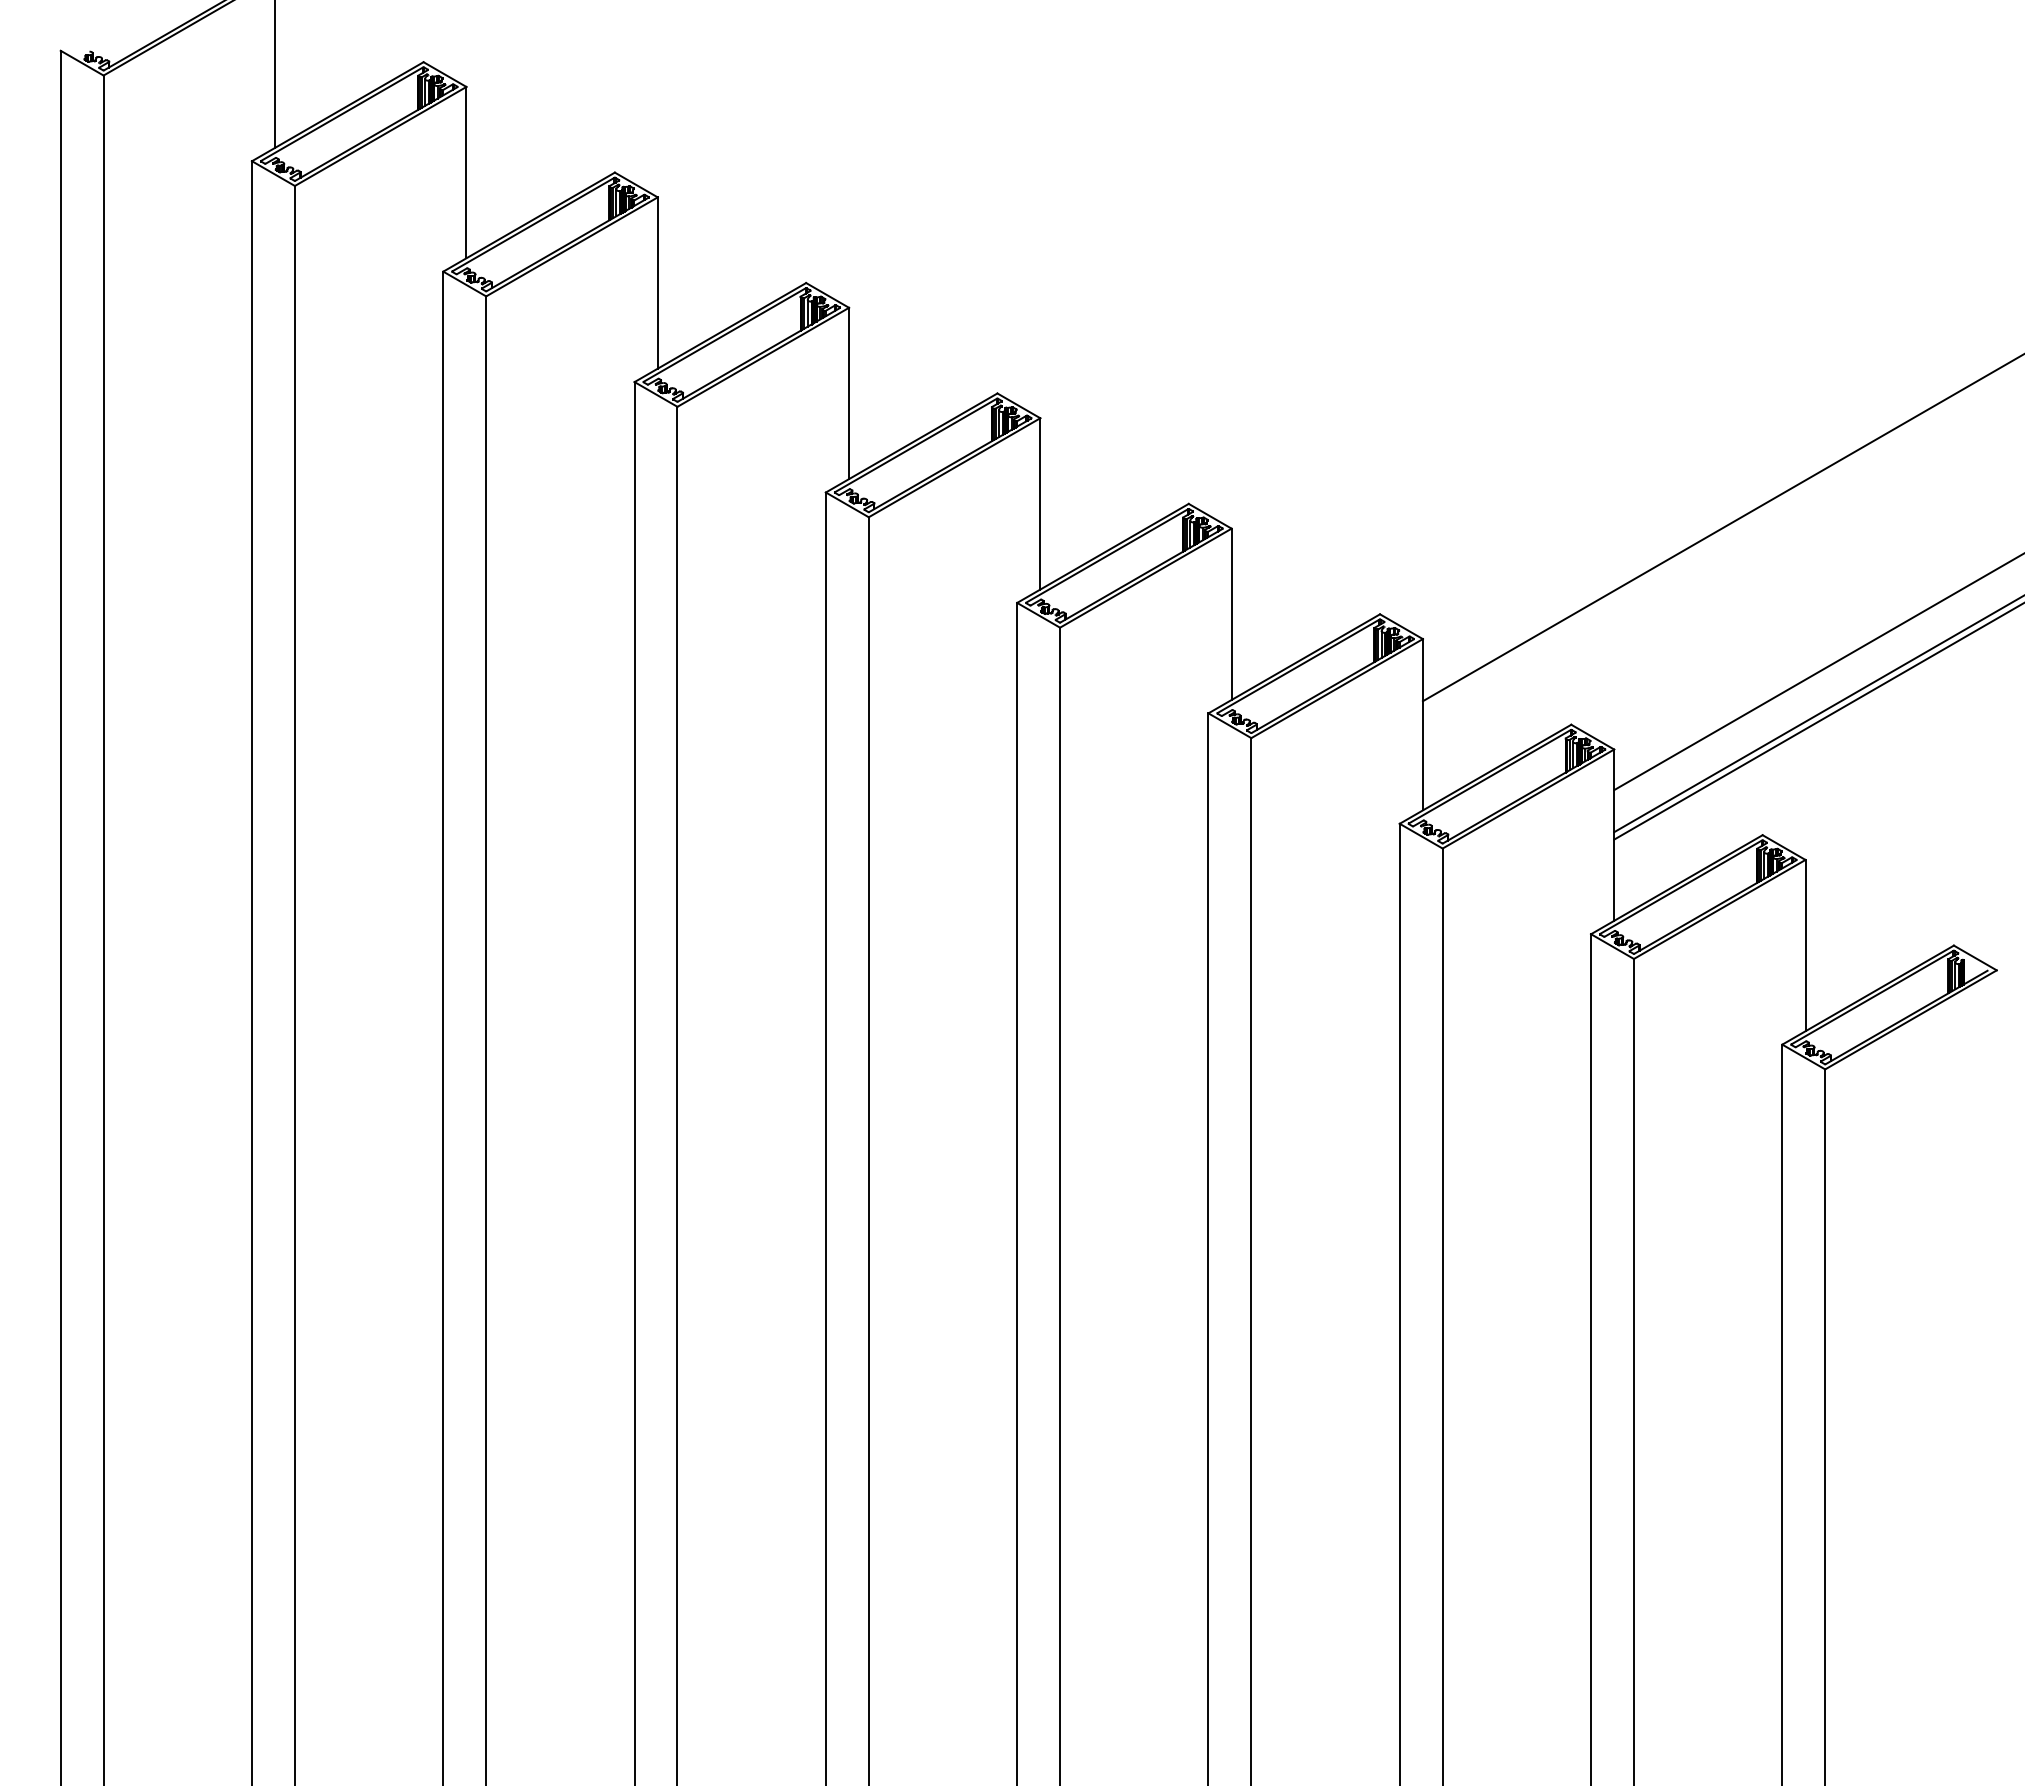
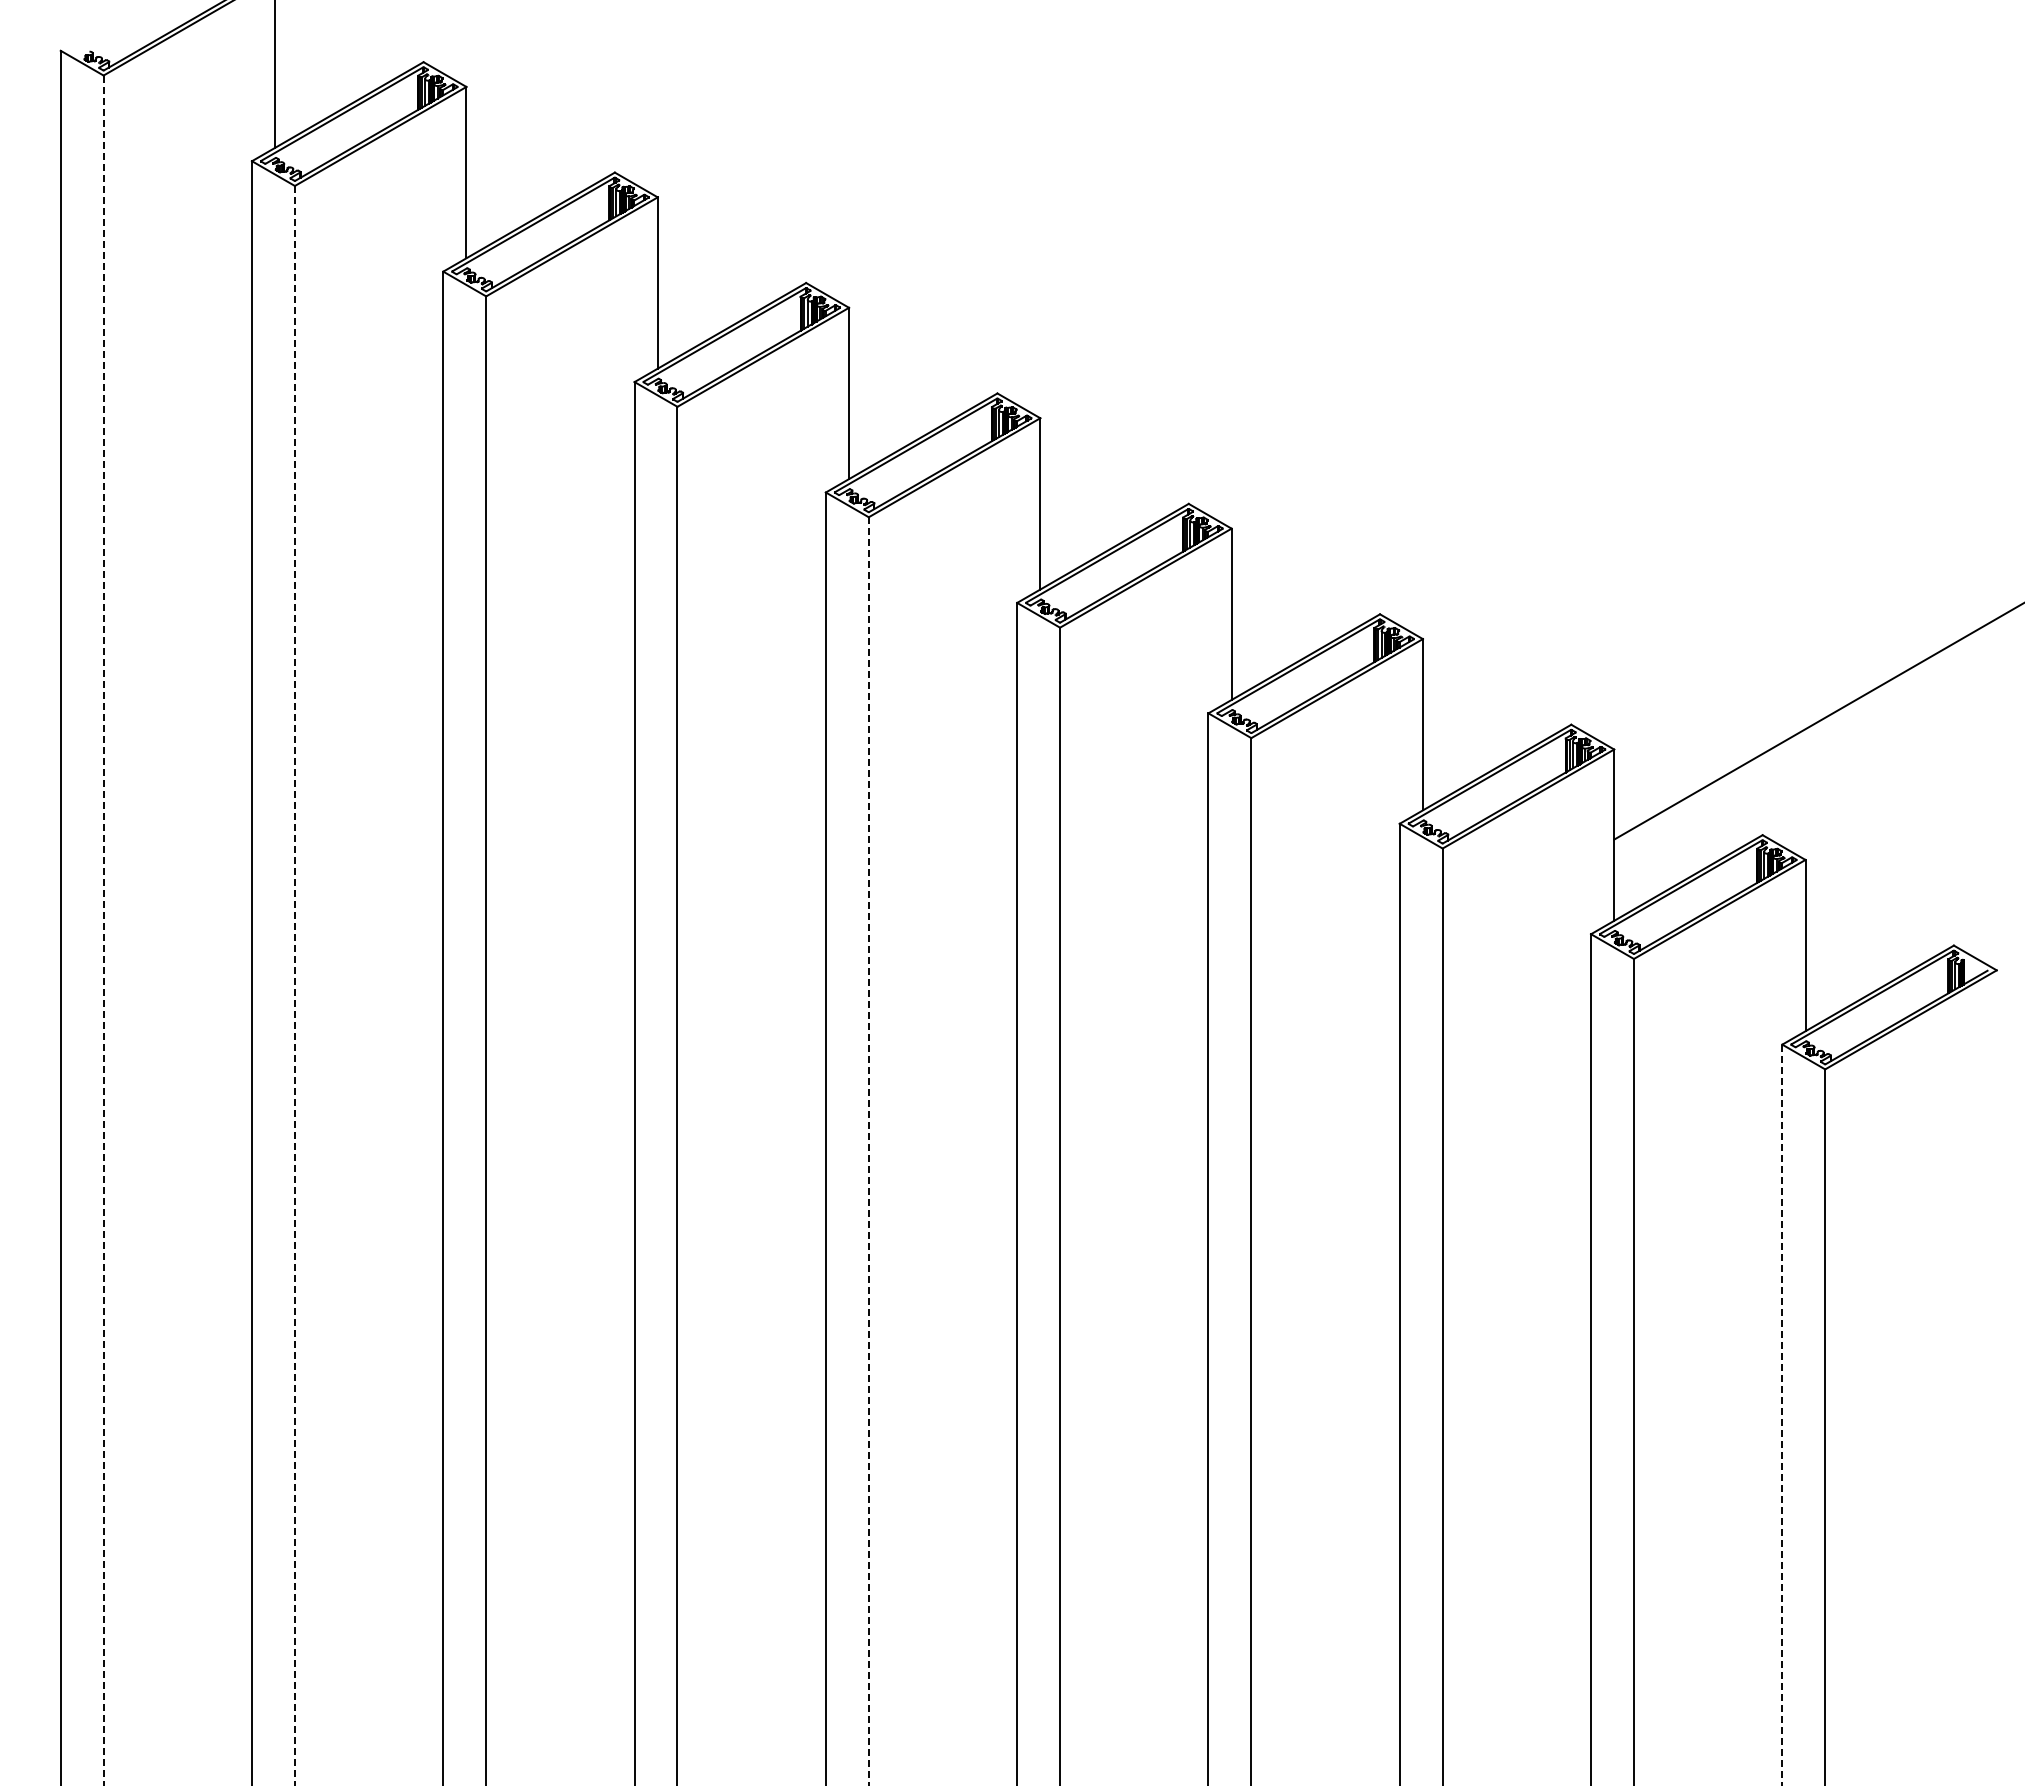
line at (1721, 528): present -> none
line at (1817, 672): present -> none
line at (1817, 714): present -> none
line at (103, 930): solid -> dashed
line at (294, 985): solid -> dashed
line at (868, 1152): solid -> dashed
line at (1782, 1415): solid -> dashed
